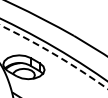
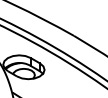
arc at (54, 54): dashed -> solid
